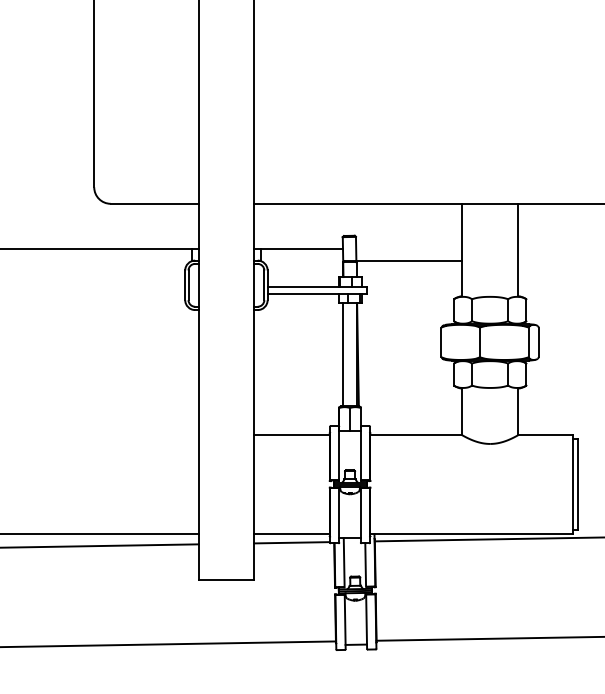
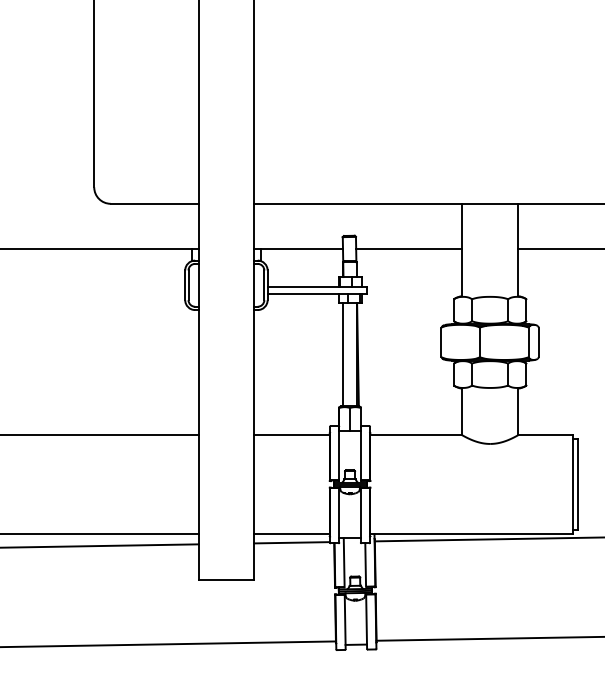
line at (559, 249): none -> present
line at (409, 261) position: (409, 261) -> (409, 249)
line at (100, 434): none -> present
